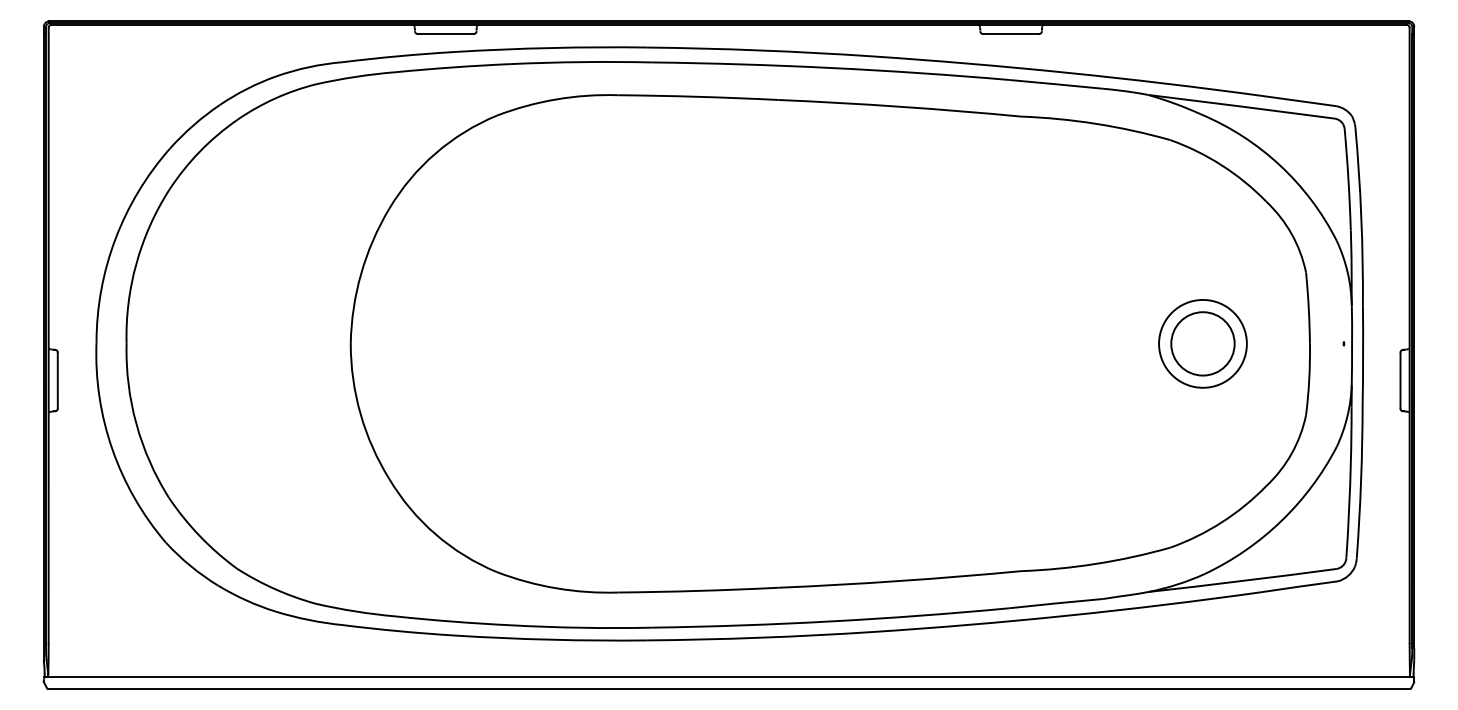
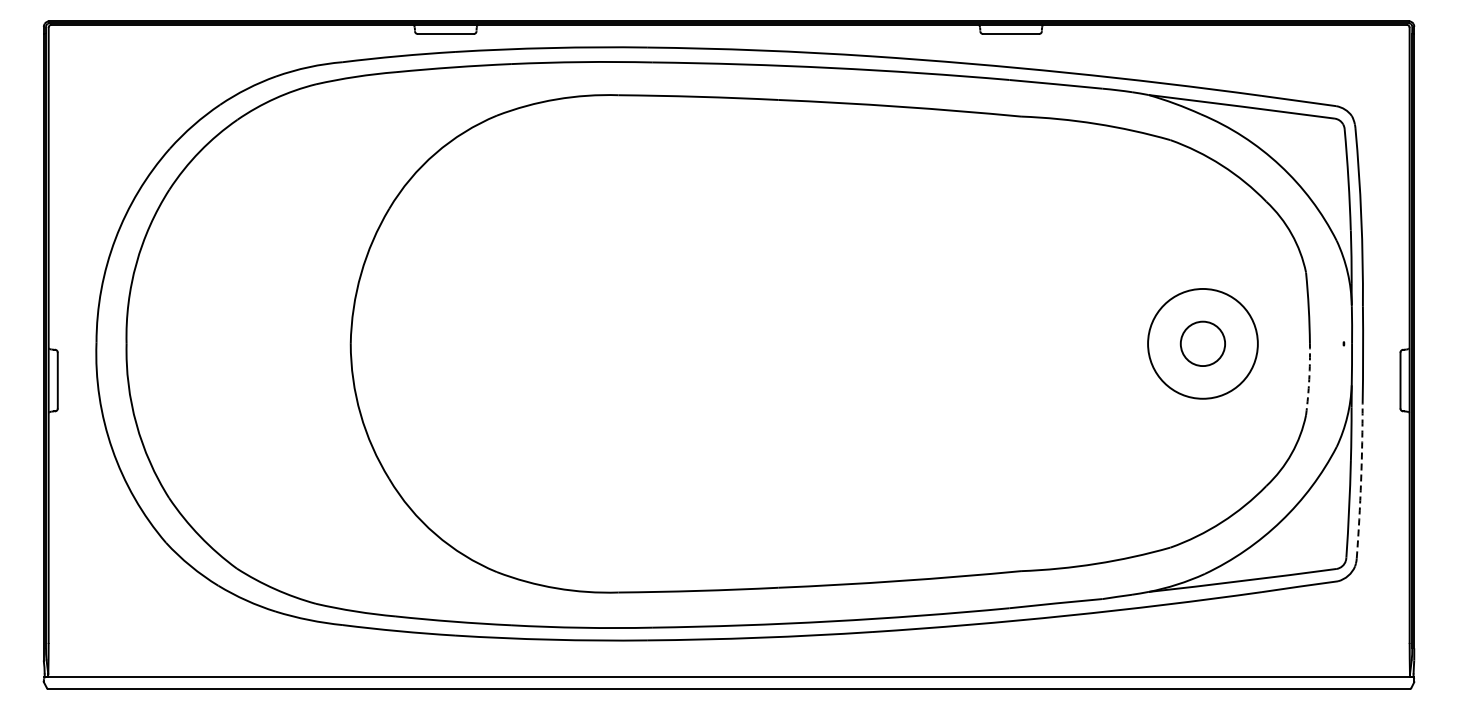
circle at (1202, 343) diameter: 63 px -> 44 px
circle at (1202, 343) diameter: 88 px -> 110 px
arc at (1309, 379): solid -> dashed
arc at (1361, 481): solid -> dashed
